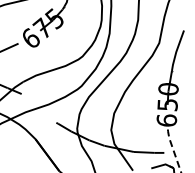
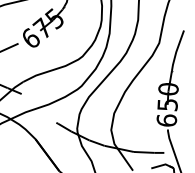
line at (173, 149): dashed -> solid
